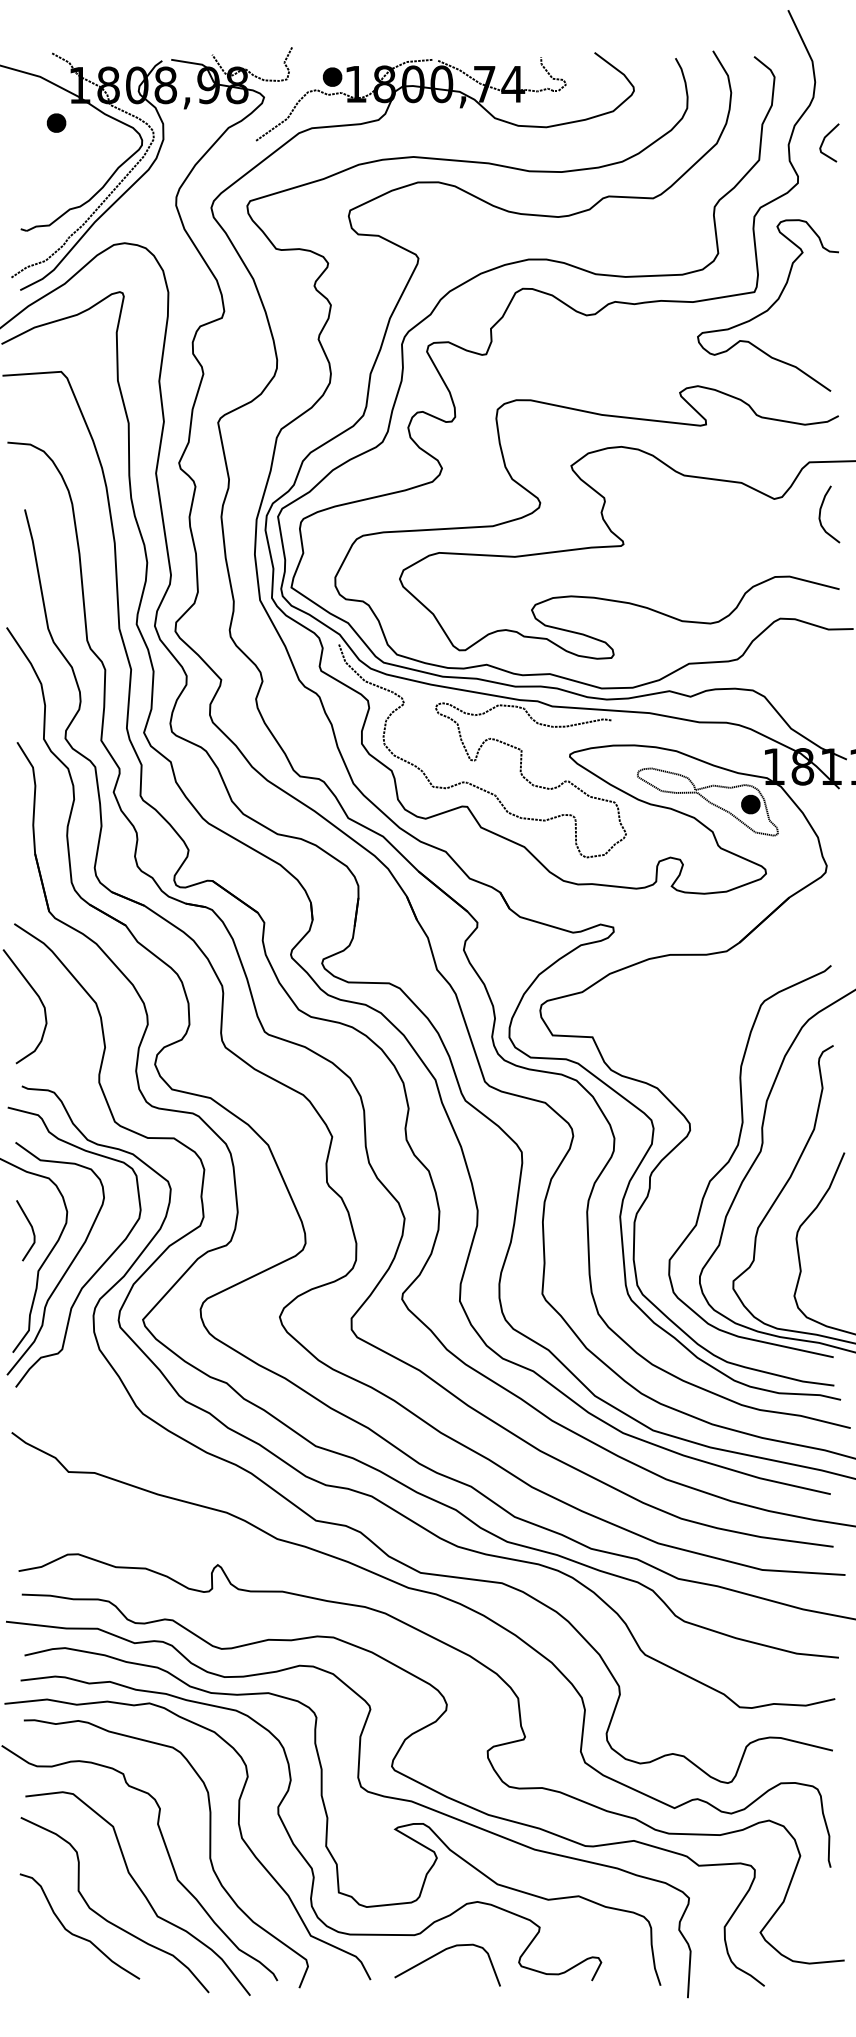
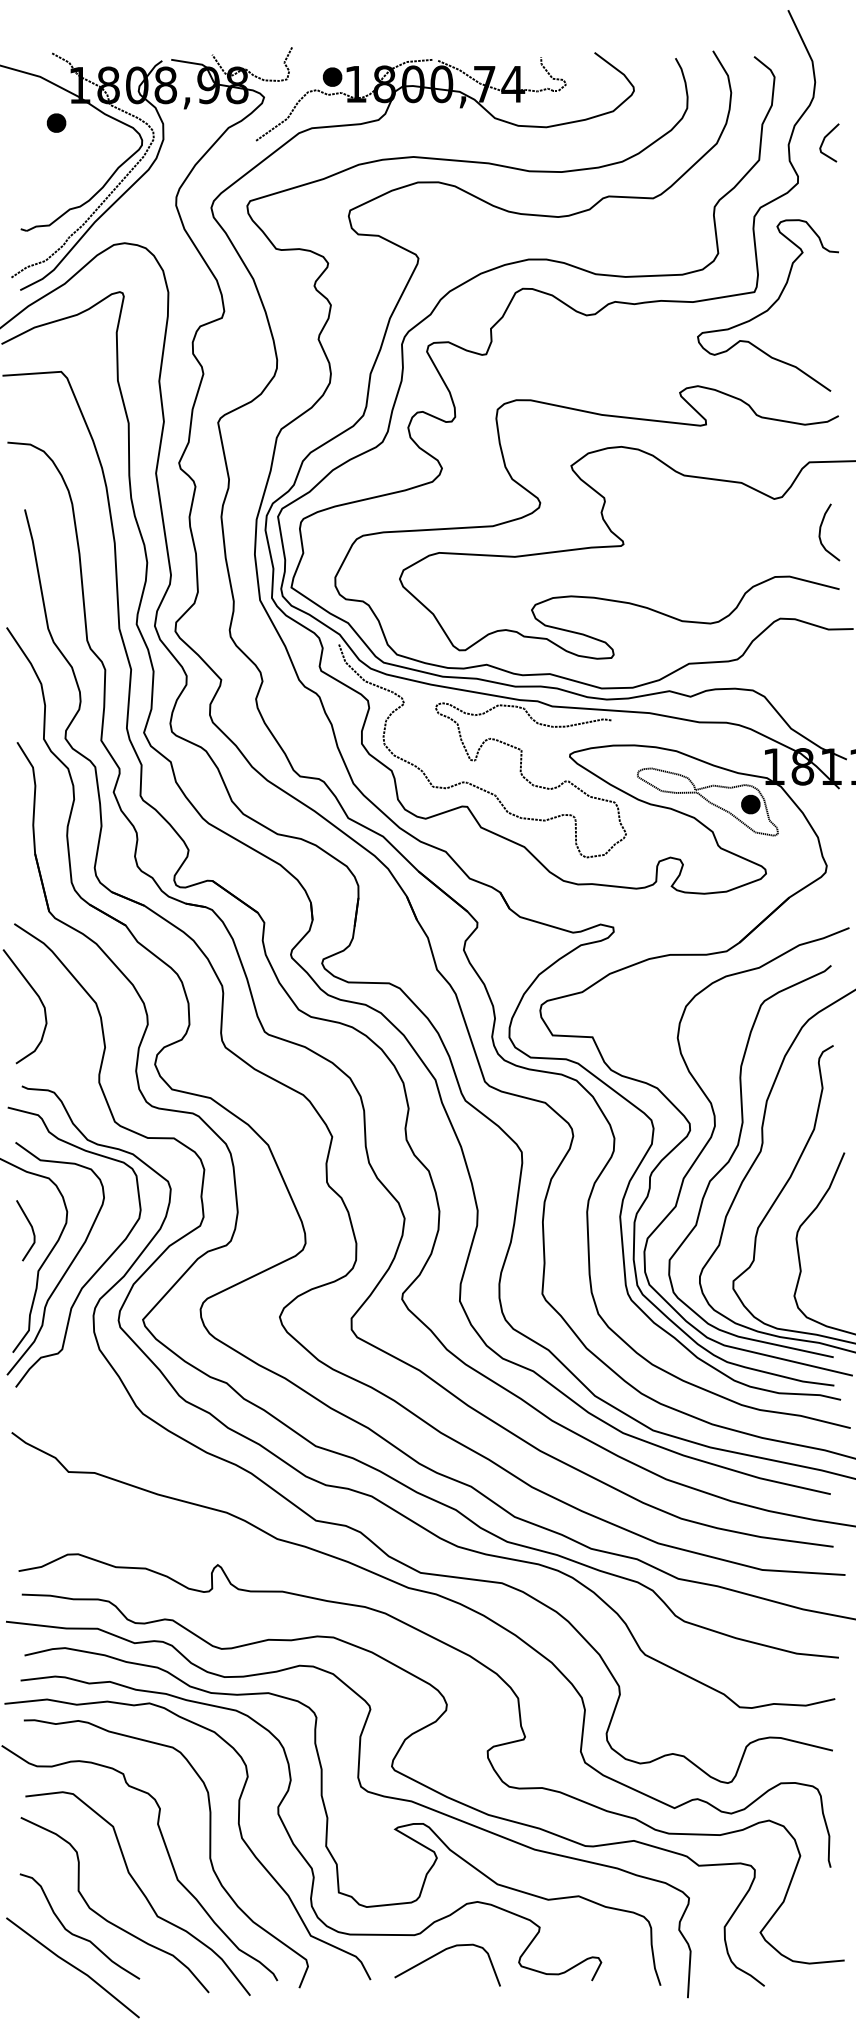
part at (821, 511) position: (821, 511) -> (821, 529)
part at (712, 1136): none -> present
part at (72, 1967): none -> present
